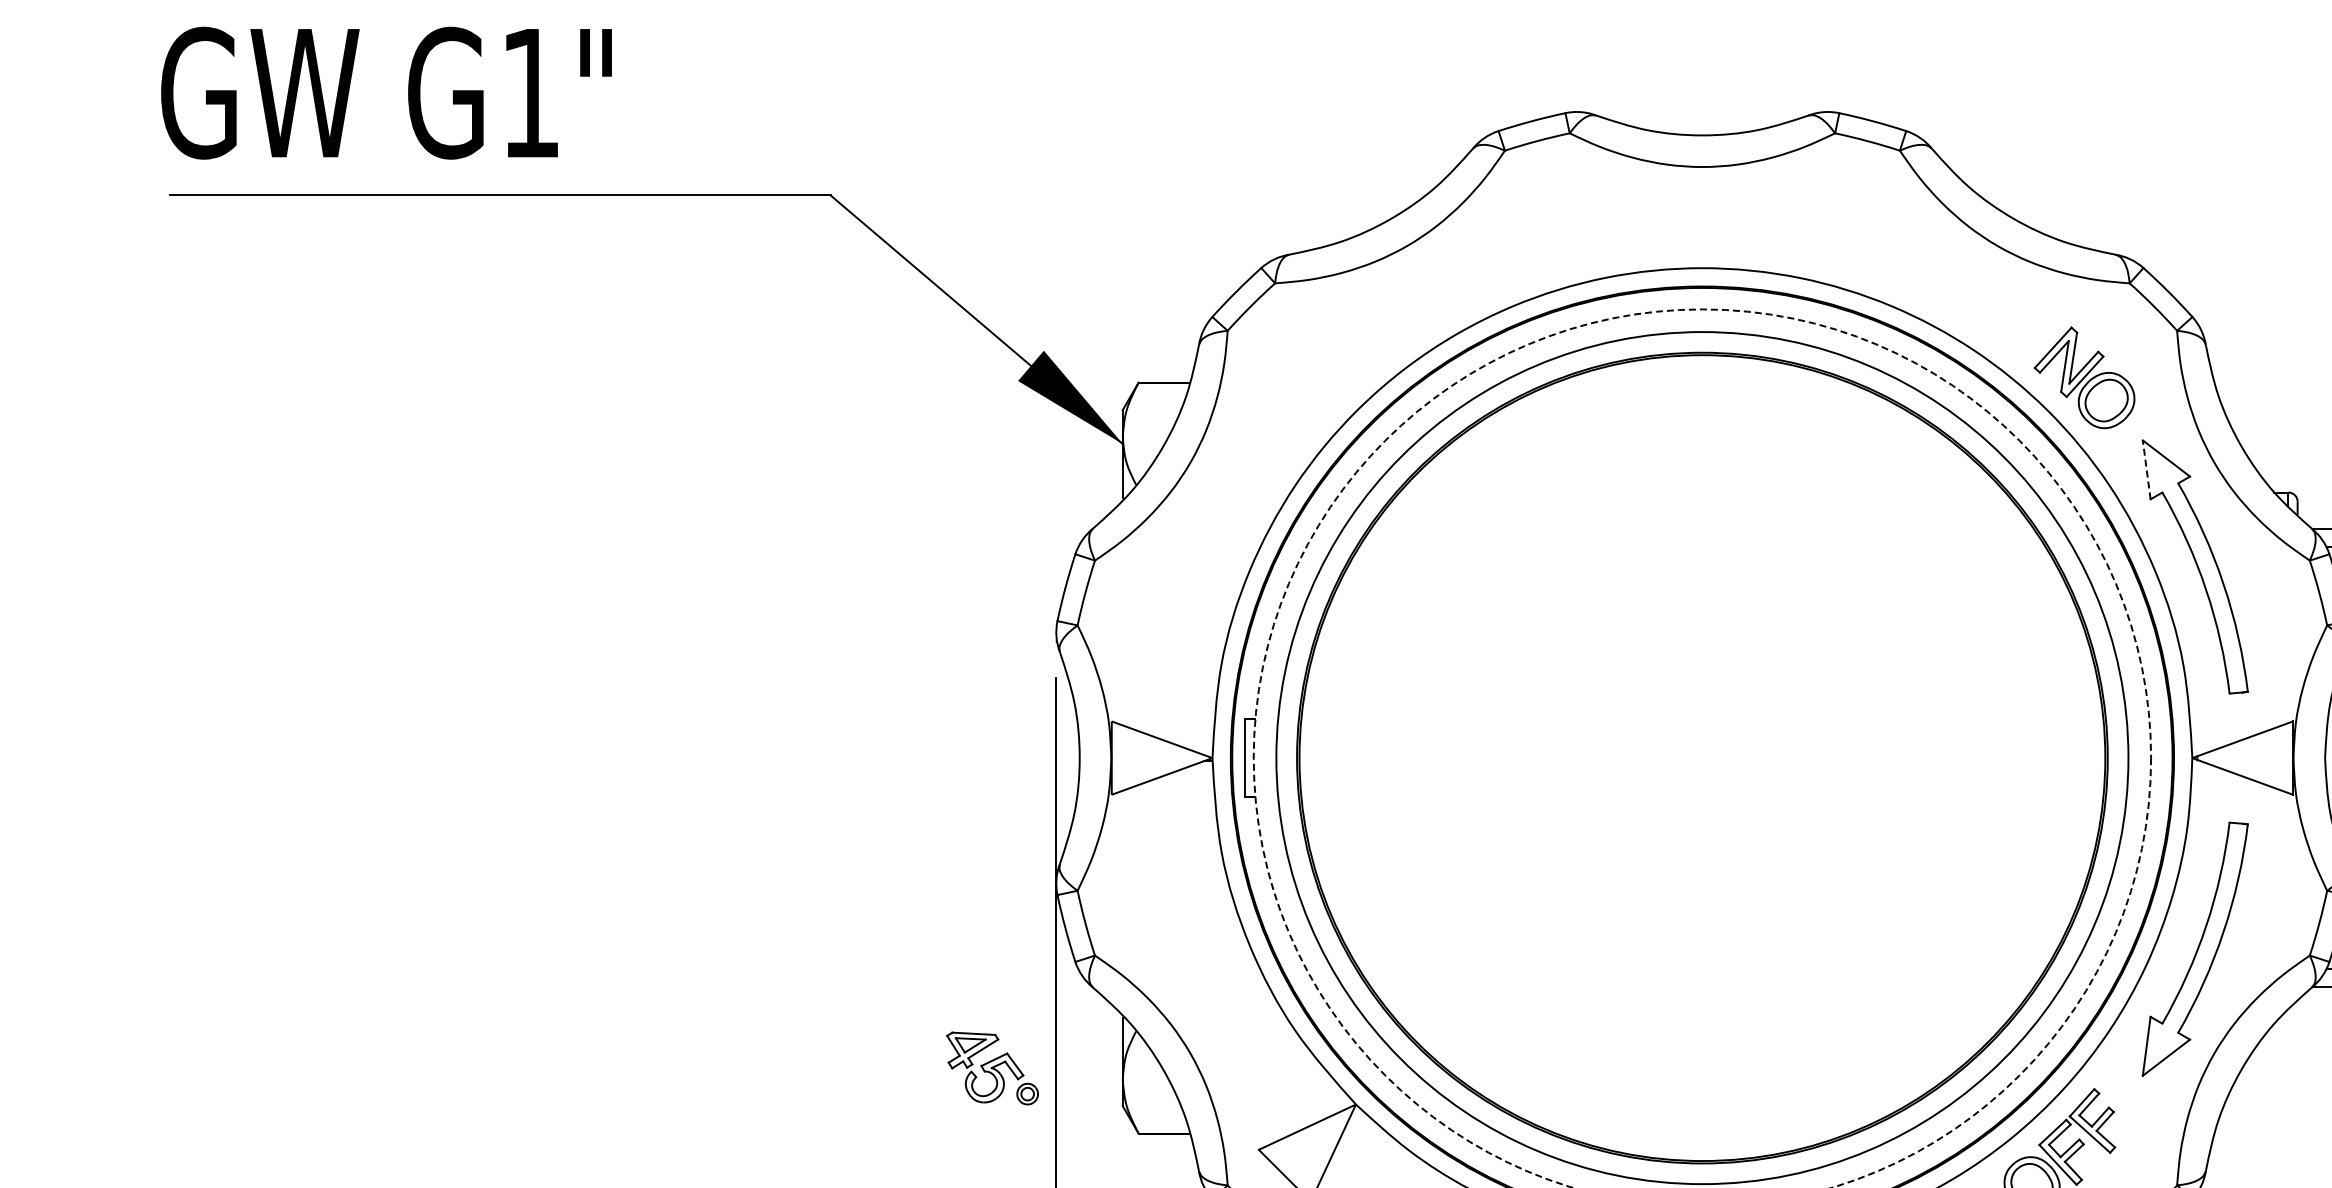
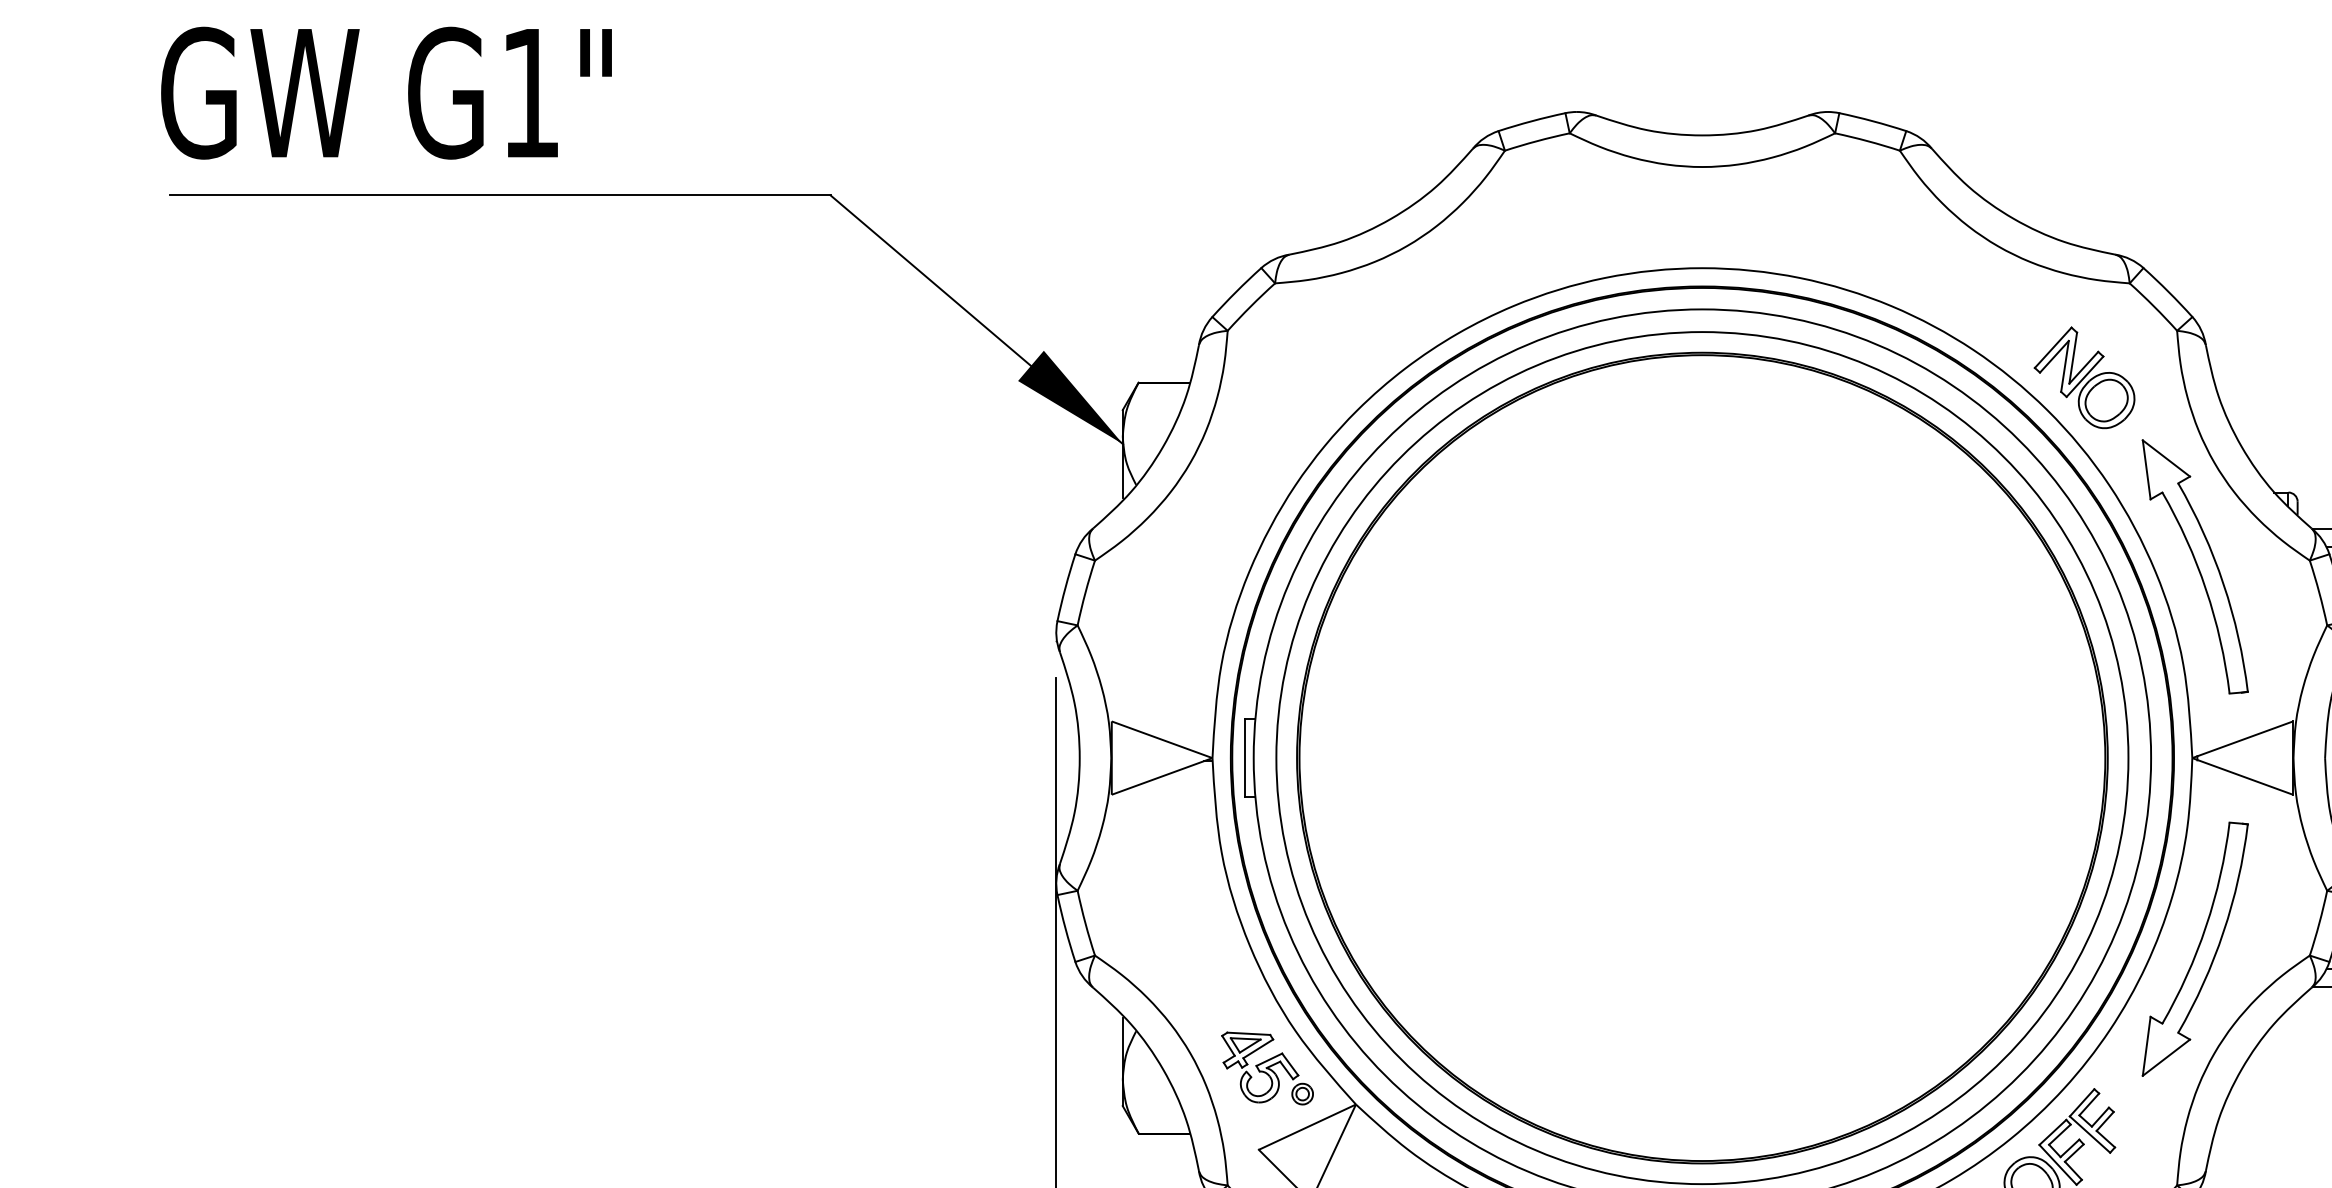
line at (2146, 469): dashed -> solid
circle at (1702, 748): dashed -> solid
part at (992, 1068) position: (992, 1068) -> (1267, 1068)
